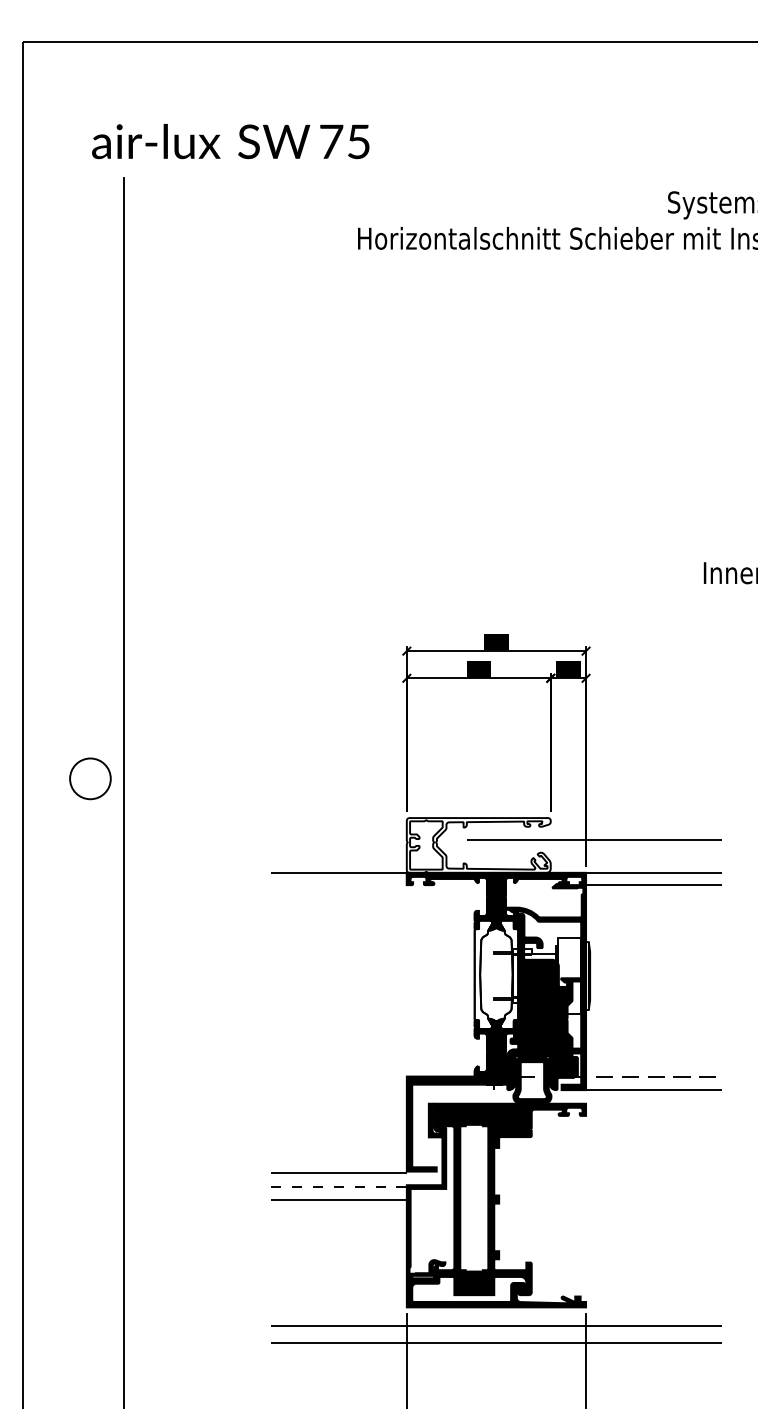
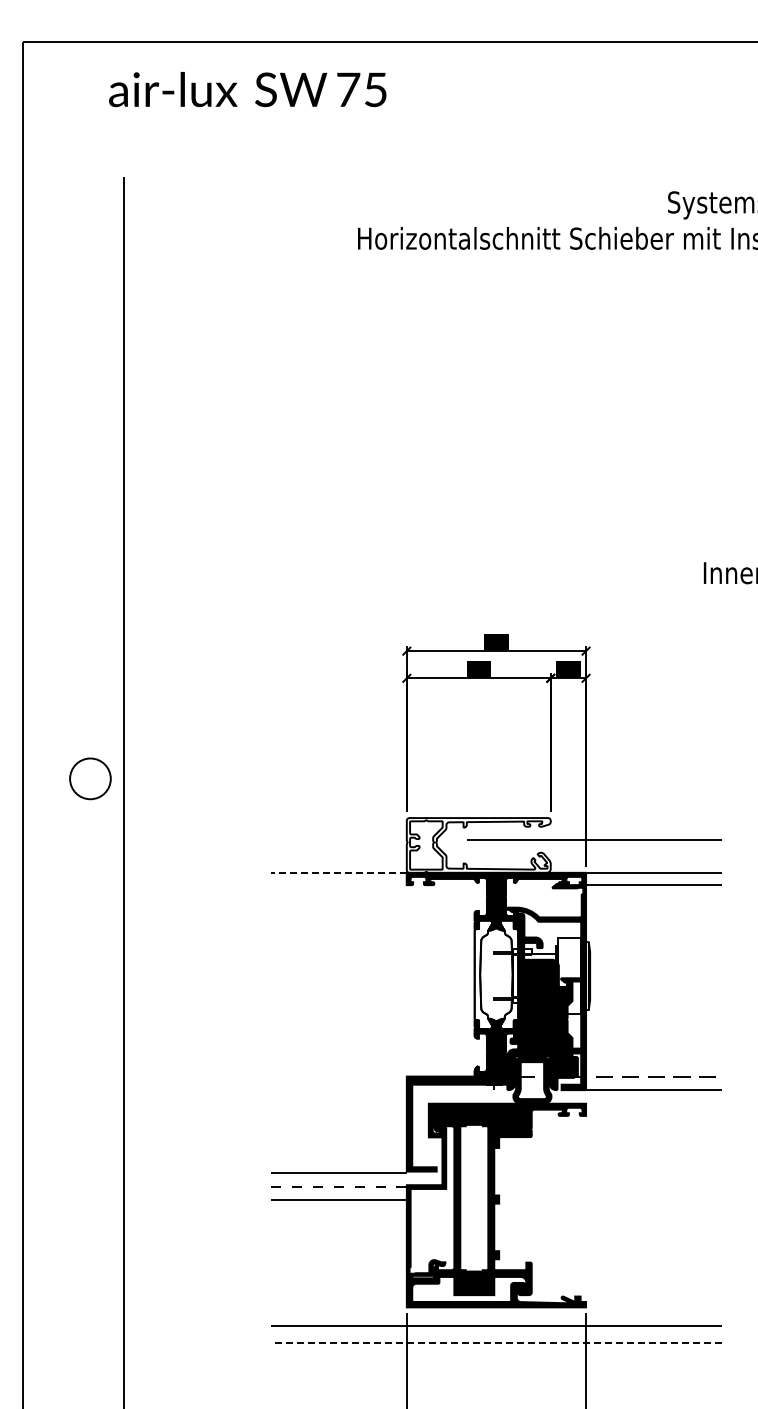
text at (230, 141) position: (230, 141) -> (247, 89)
line at (338, 872): solid -> dashed
line at (495, 1342): solid -> dashed
